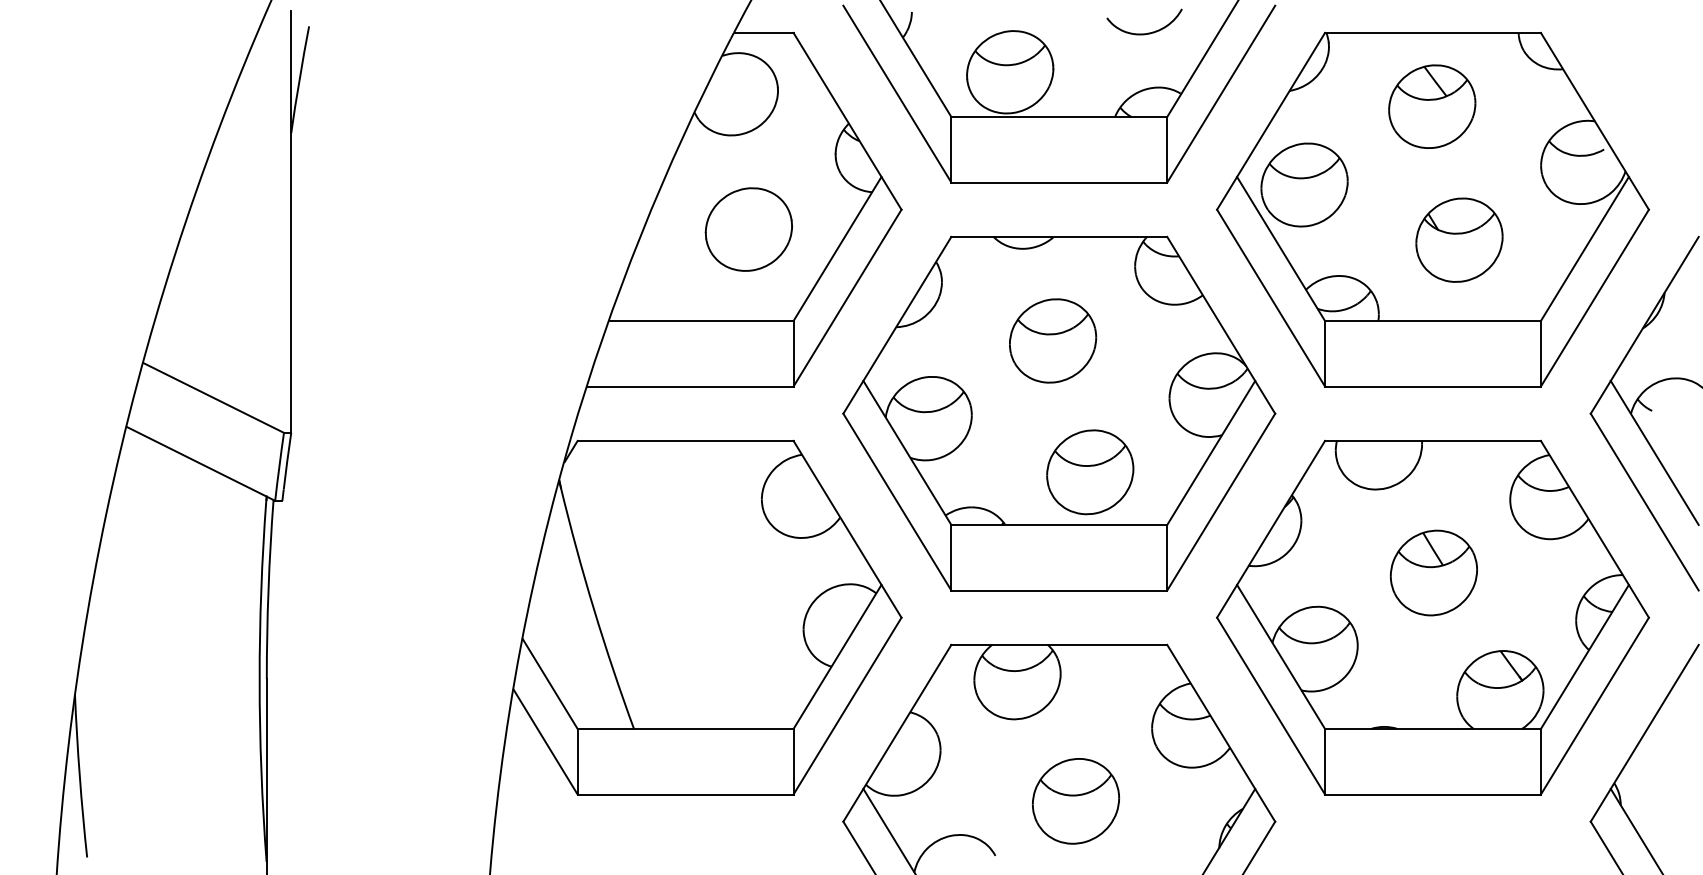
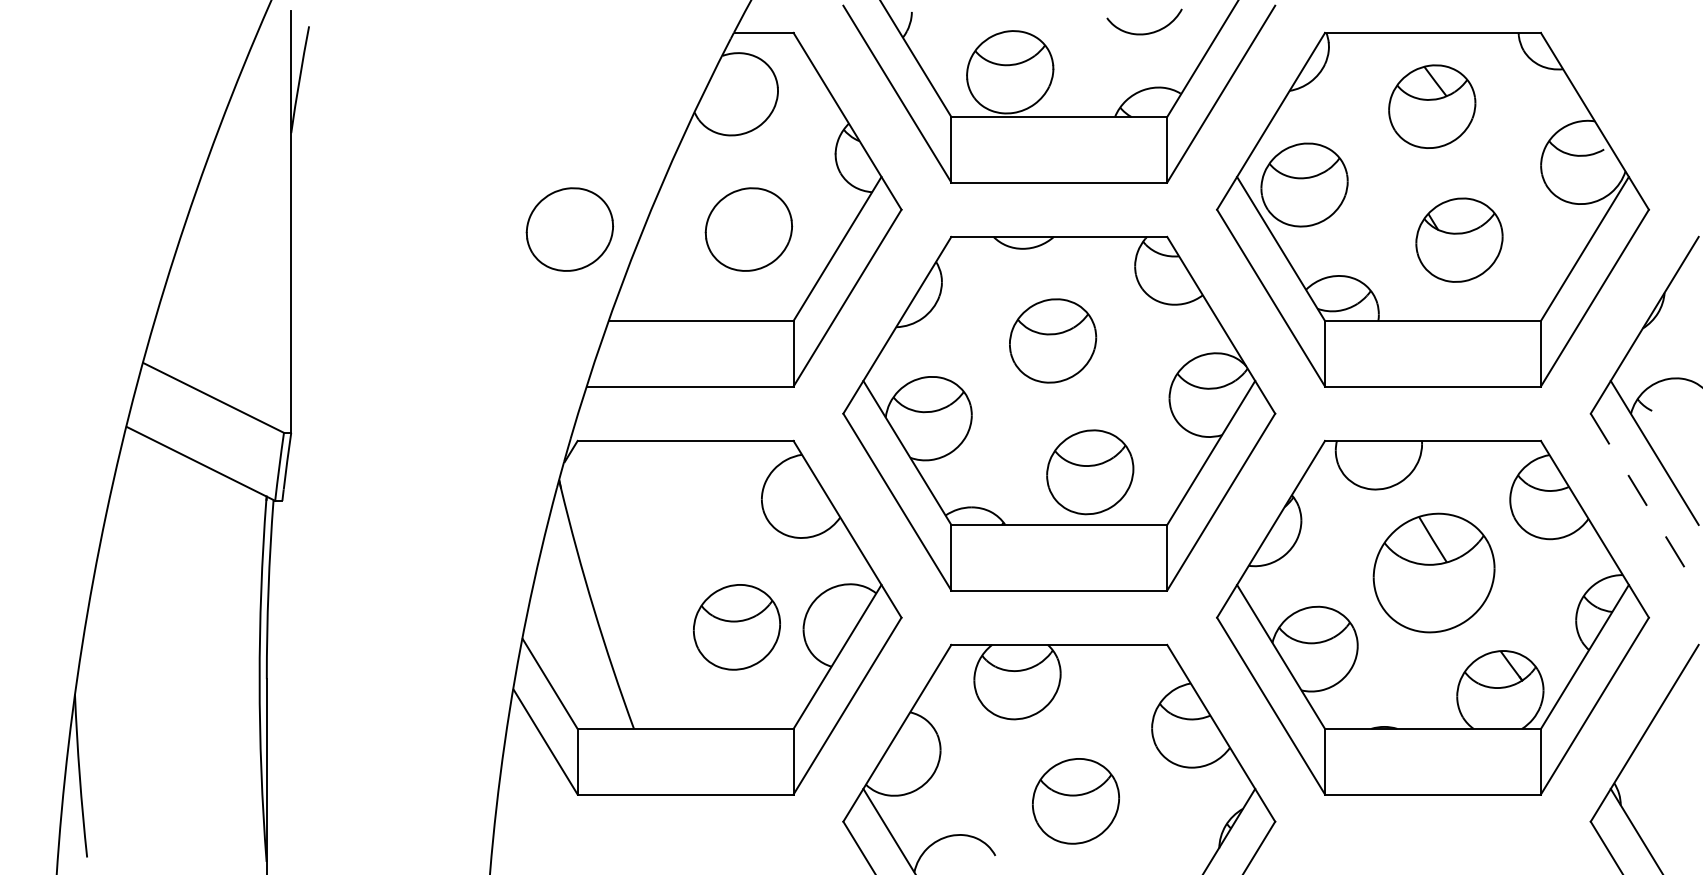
part at (569, 229): none -> present
line at (1644, 502): solid -> dashed
part at (1433, 572) size: 89x88 px -> 124x122 px
part at (736, 627): none -> present
